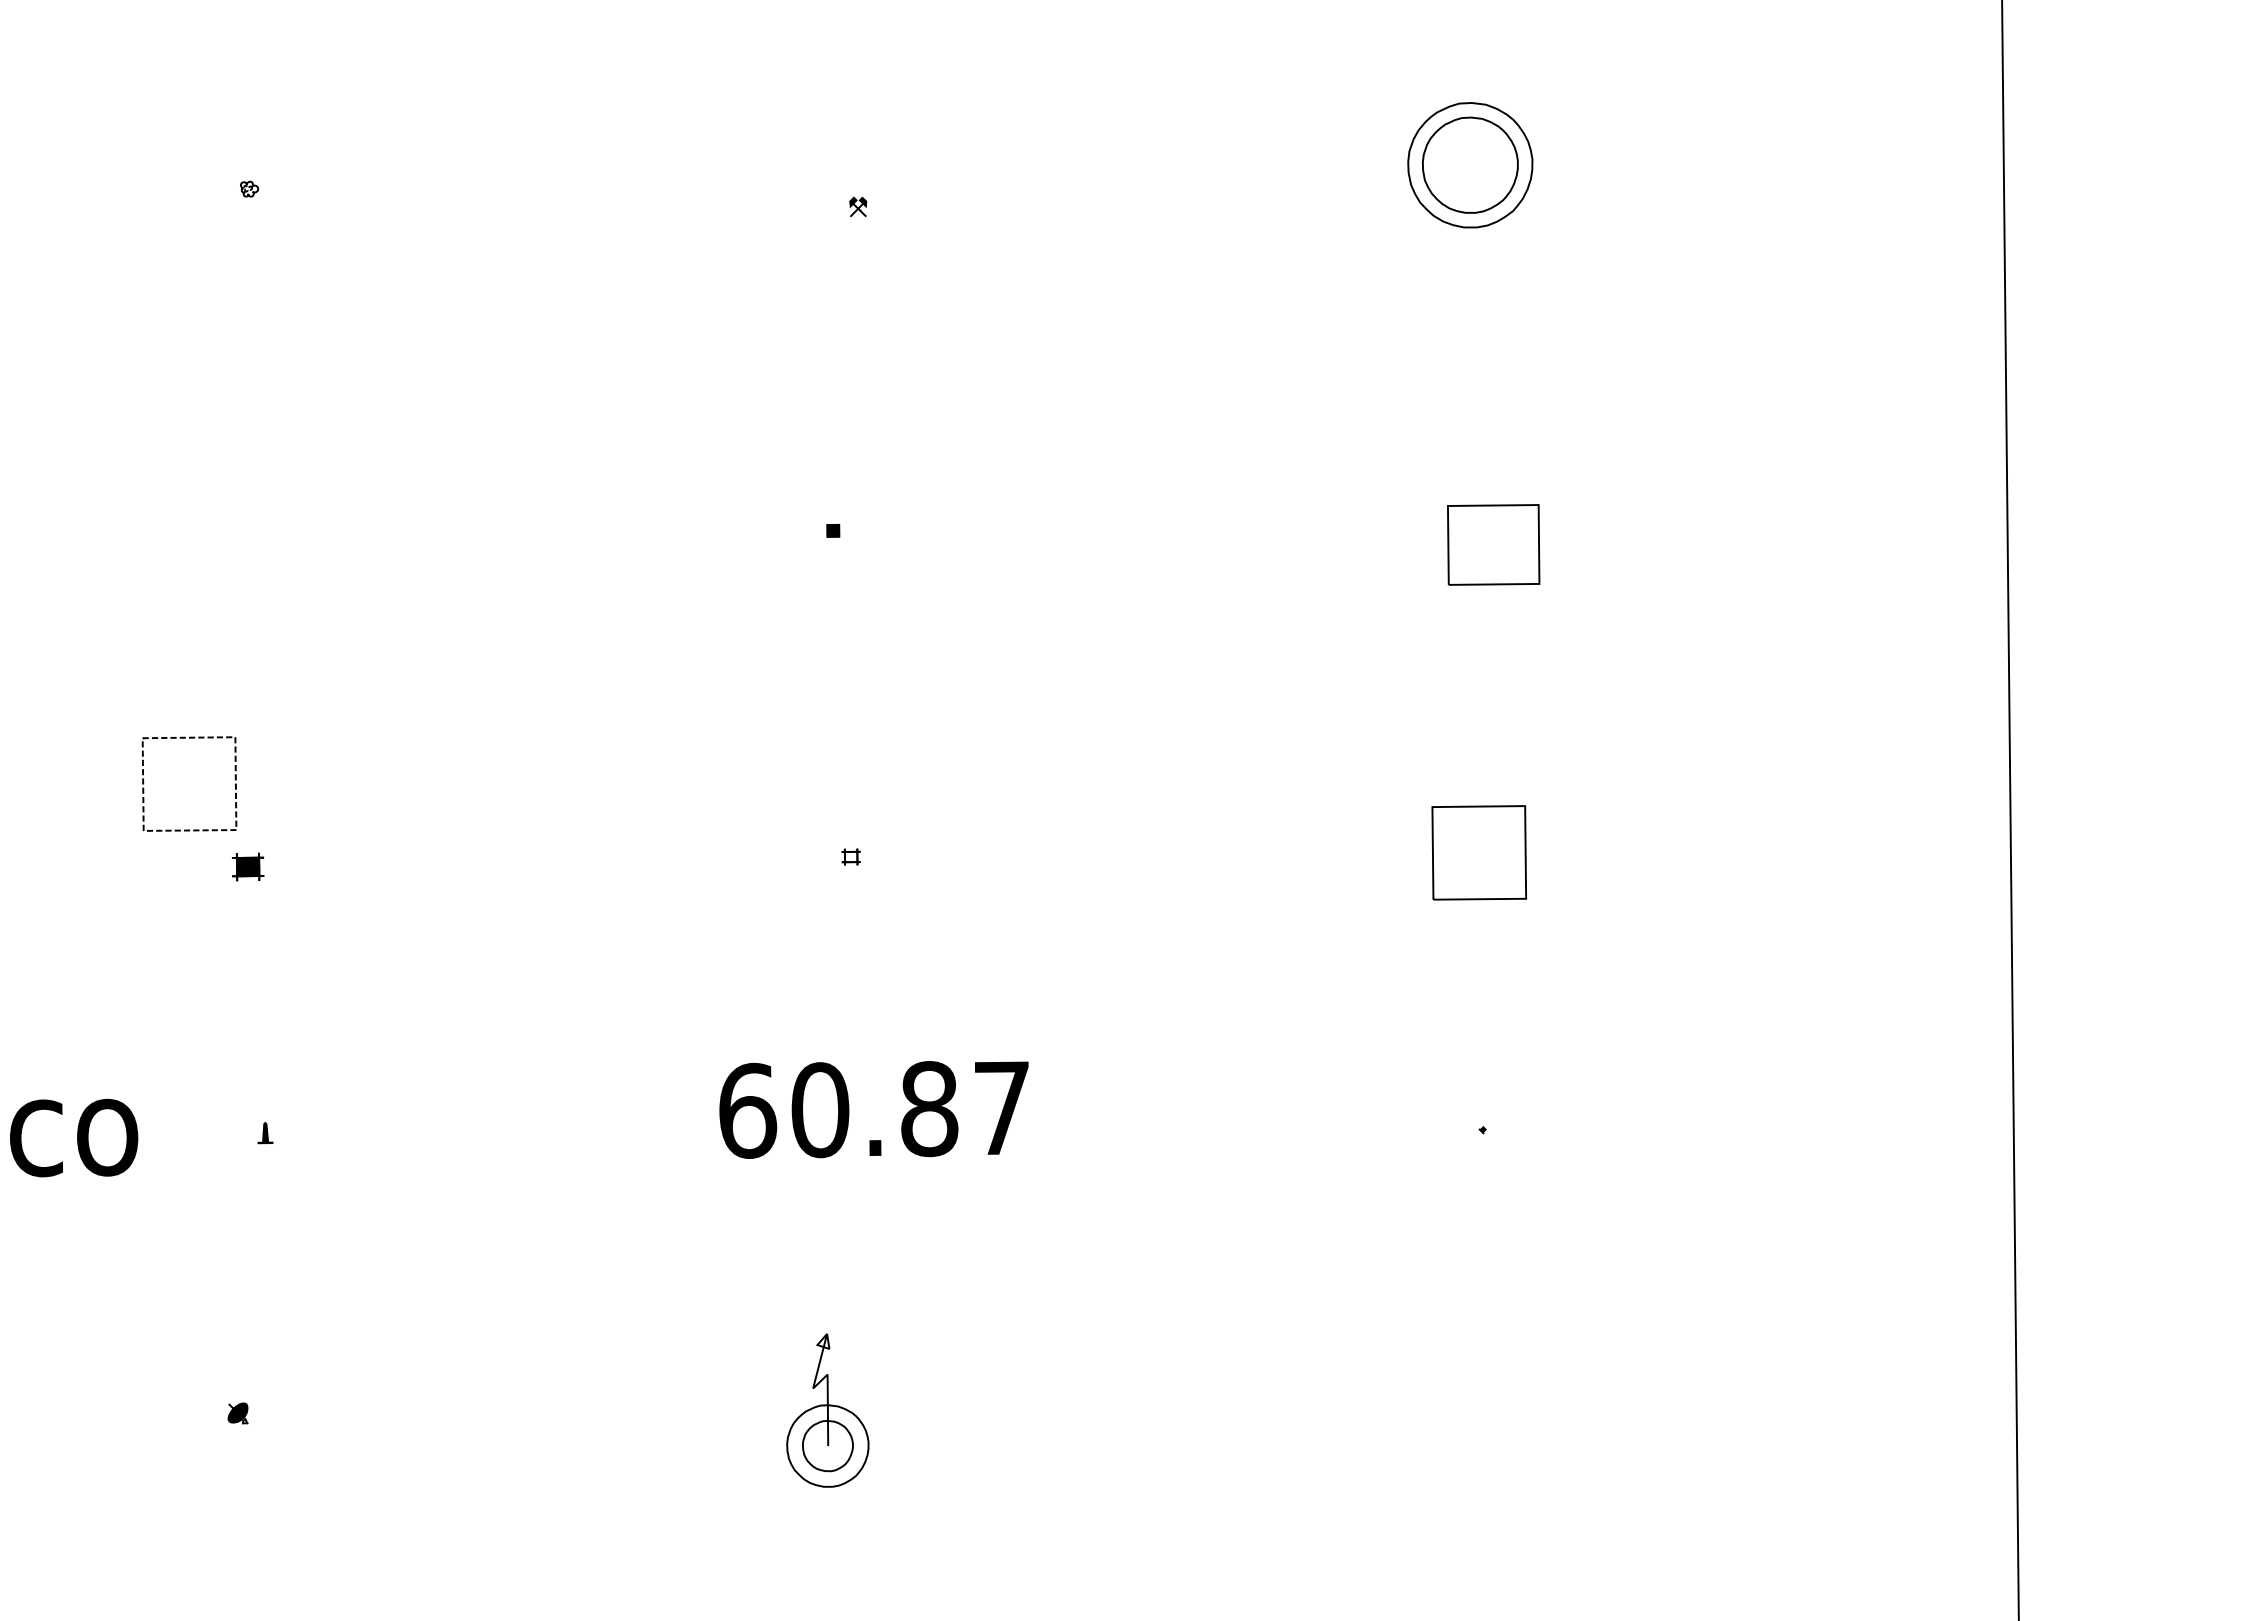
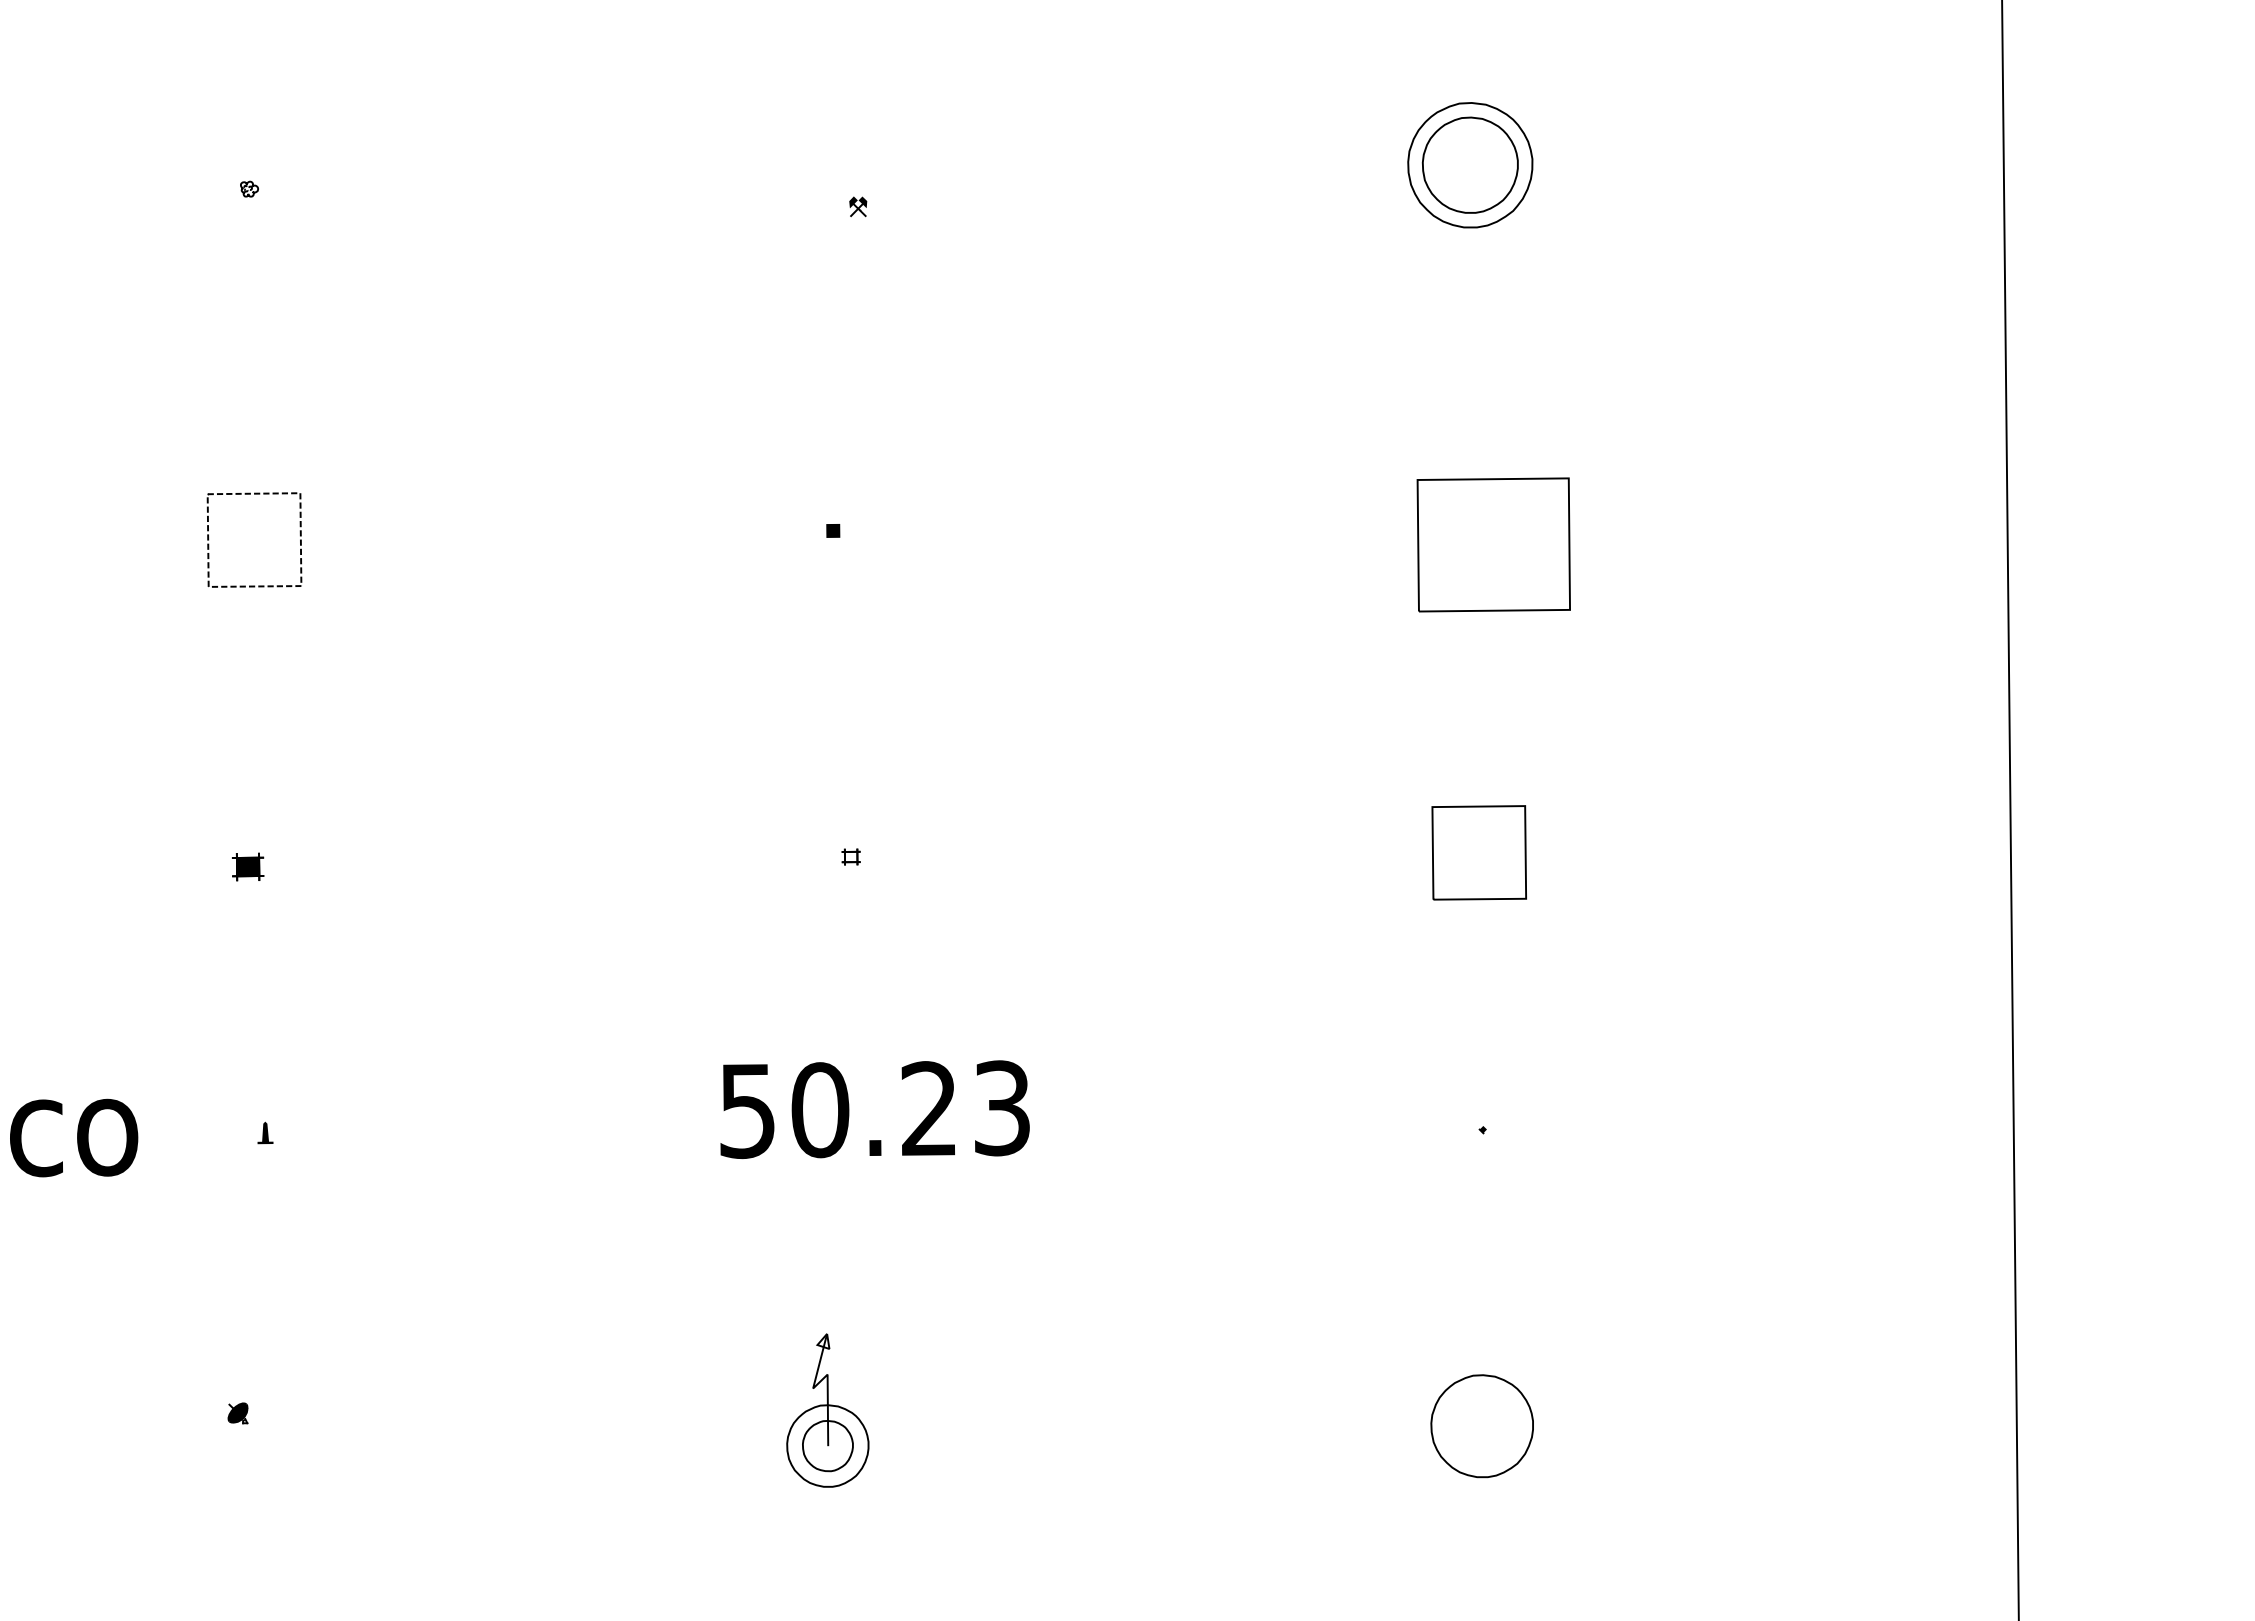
part at (1493, 544) size: 94x82 px -> 155x136 px
part at (189, 738) position: (189, 738) -> (254, 494)
text at (874, 1109): 60.87 -> 50.23
part at (1481, 1426): none -> present
